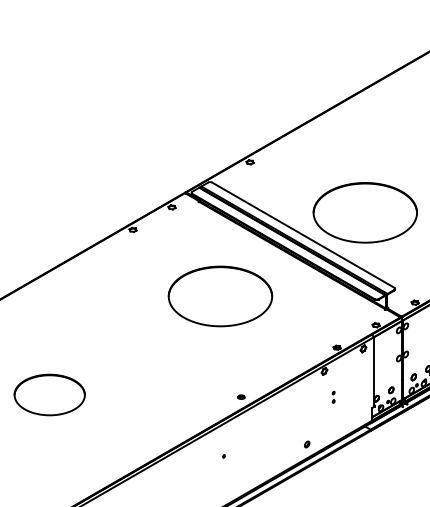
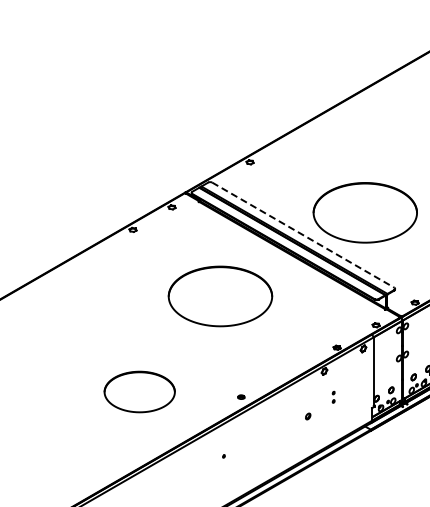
line at (303, 235): solid -> dashed
part at (49, 394) position: (49, 394) -> (139, 391)
part at (307, 444) position: (307, 444) -> (308, 416)
